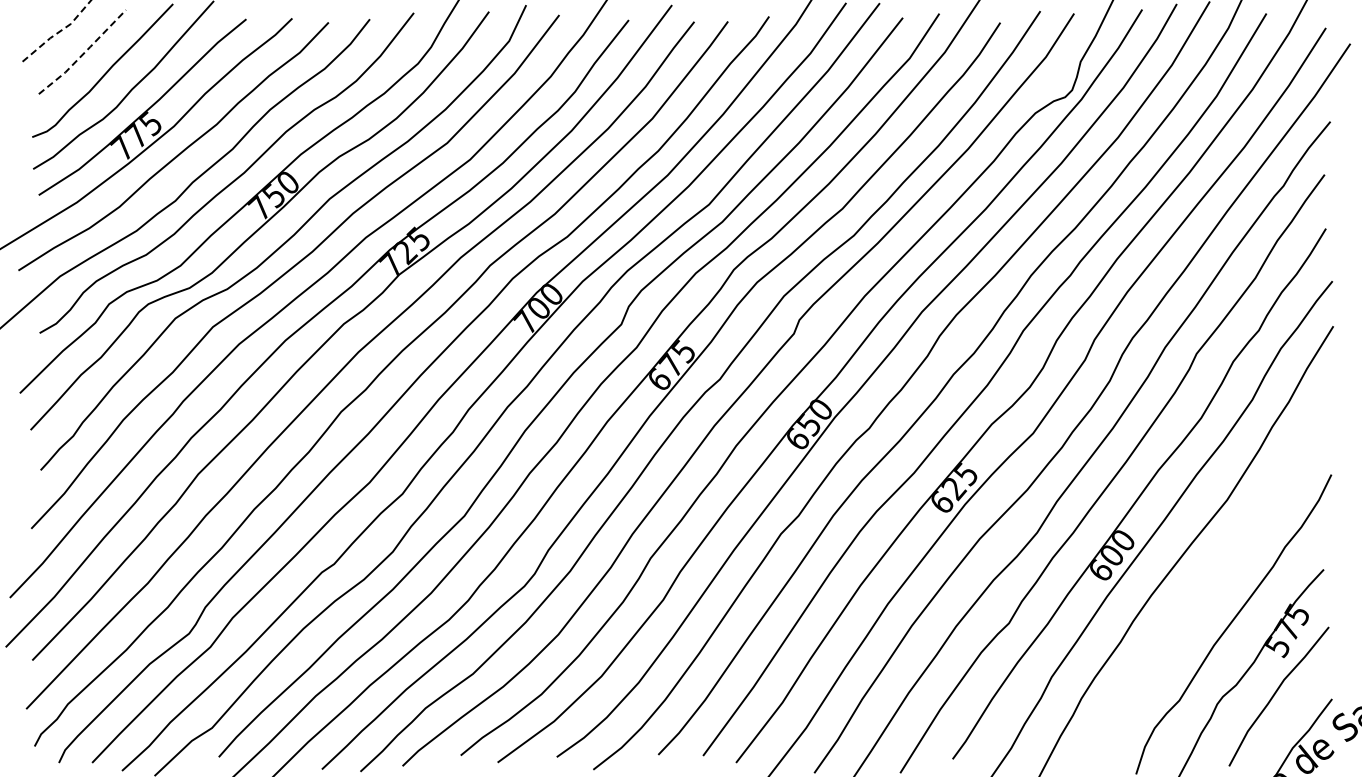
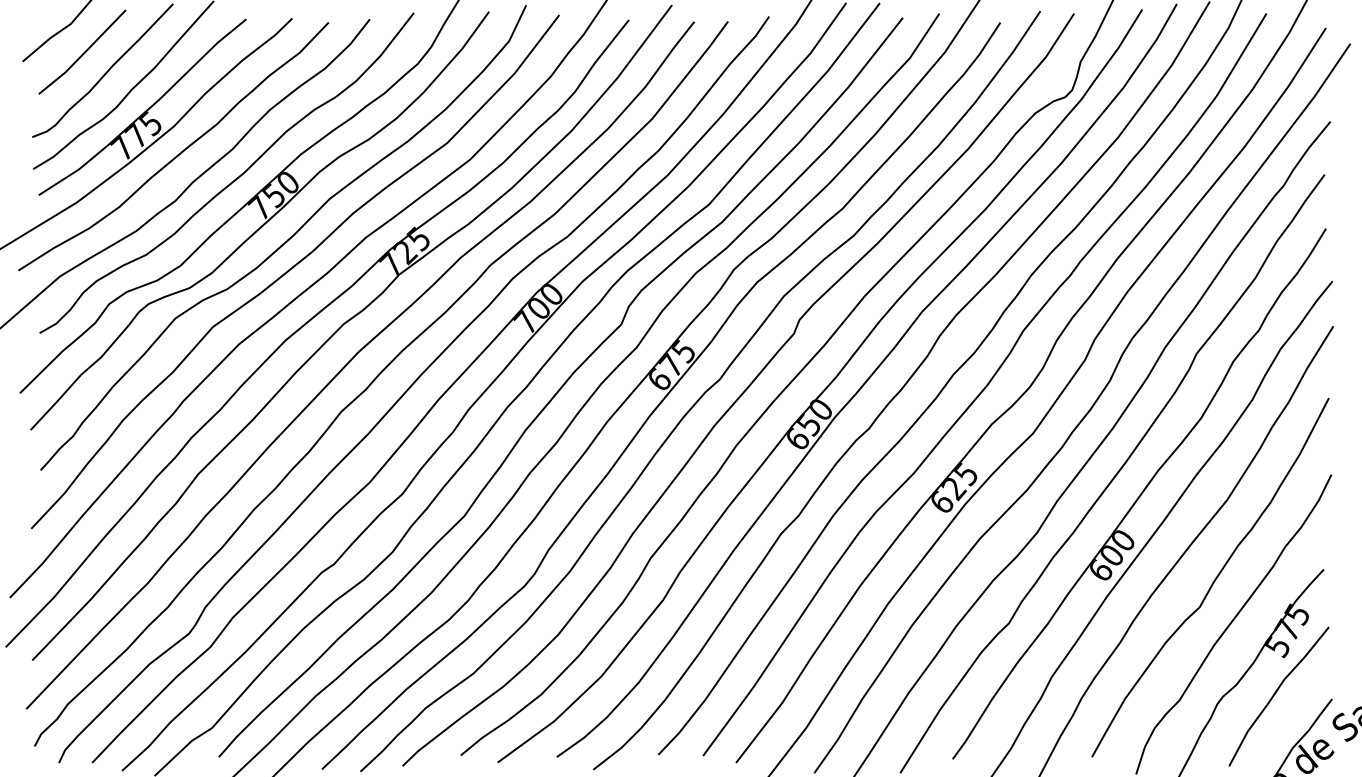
line at (58, 32): dashed -> solid
line at (84, 53): dashed -> solid
curve at (1213, 580): none -> present
